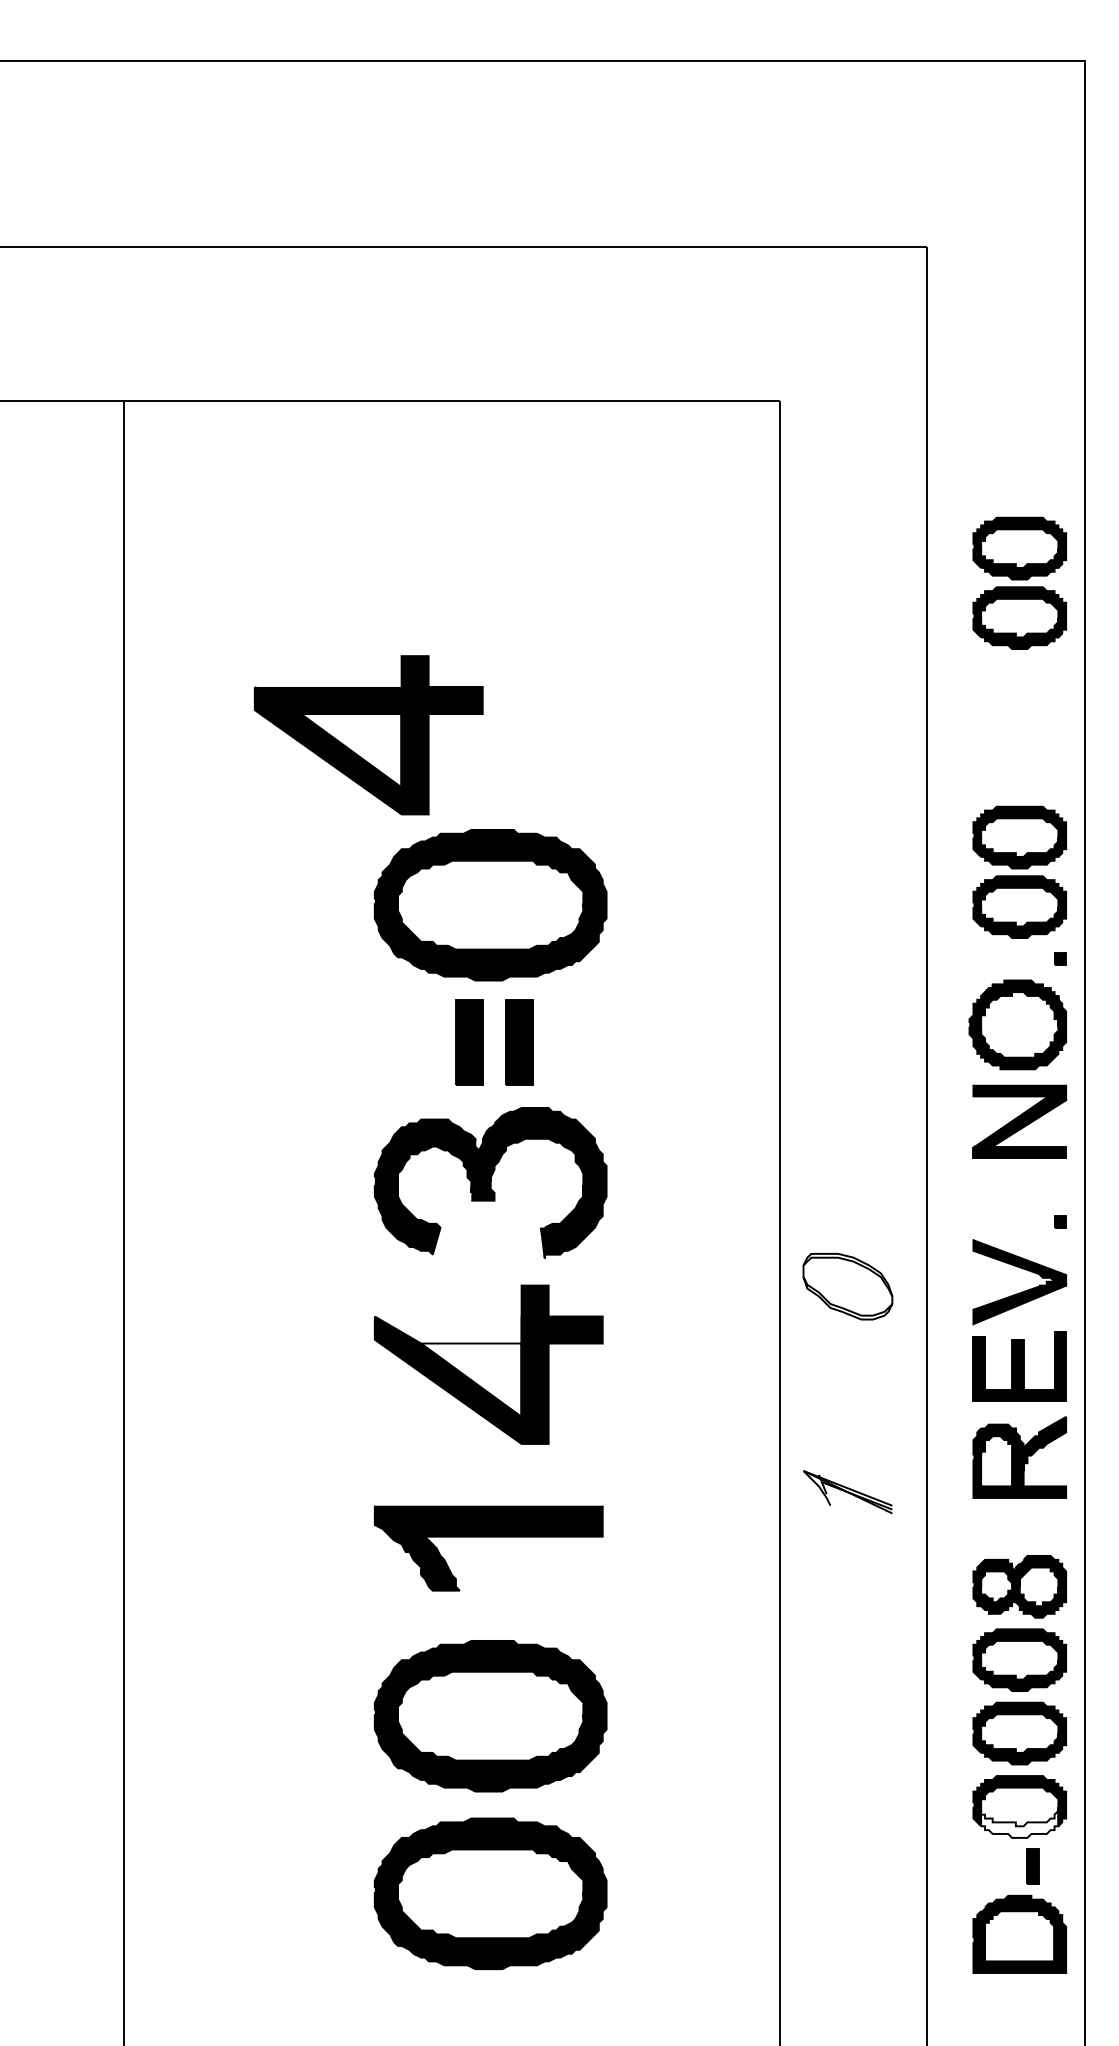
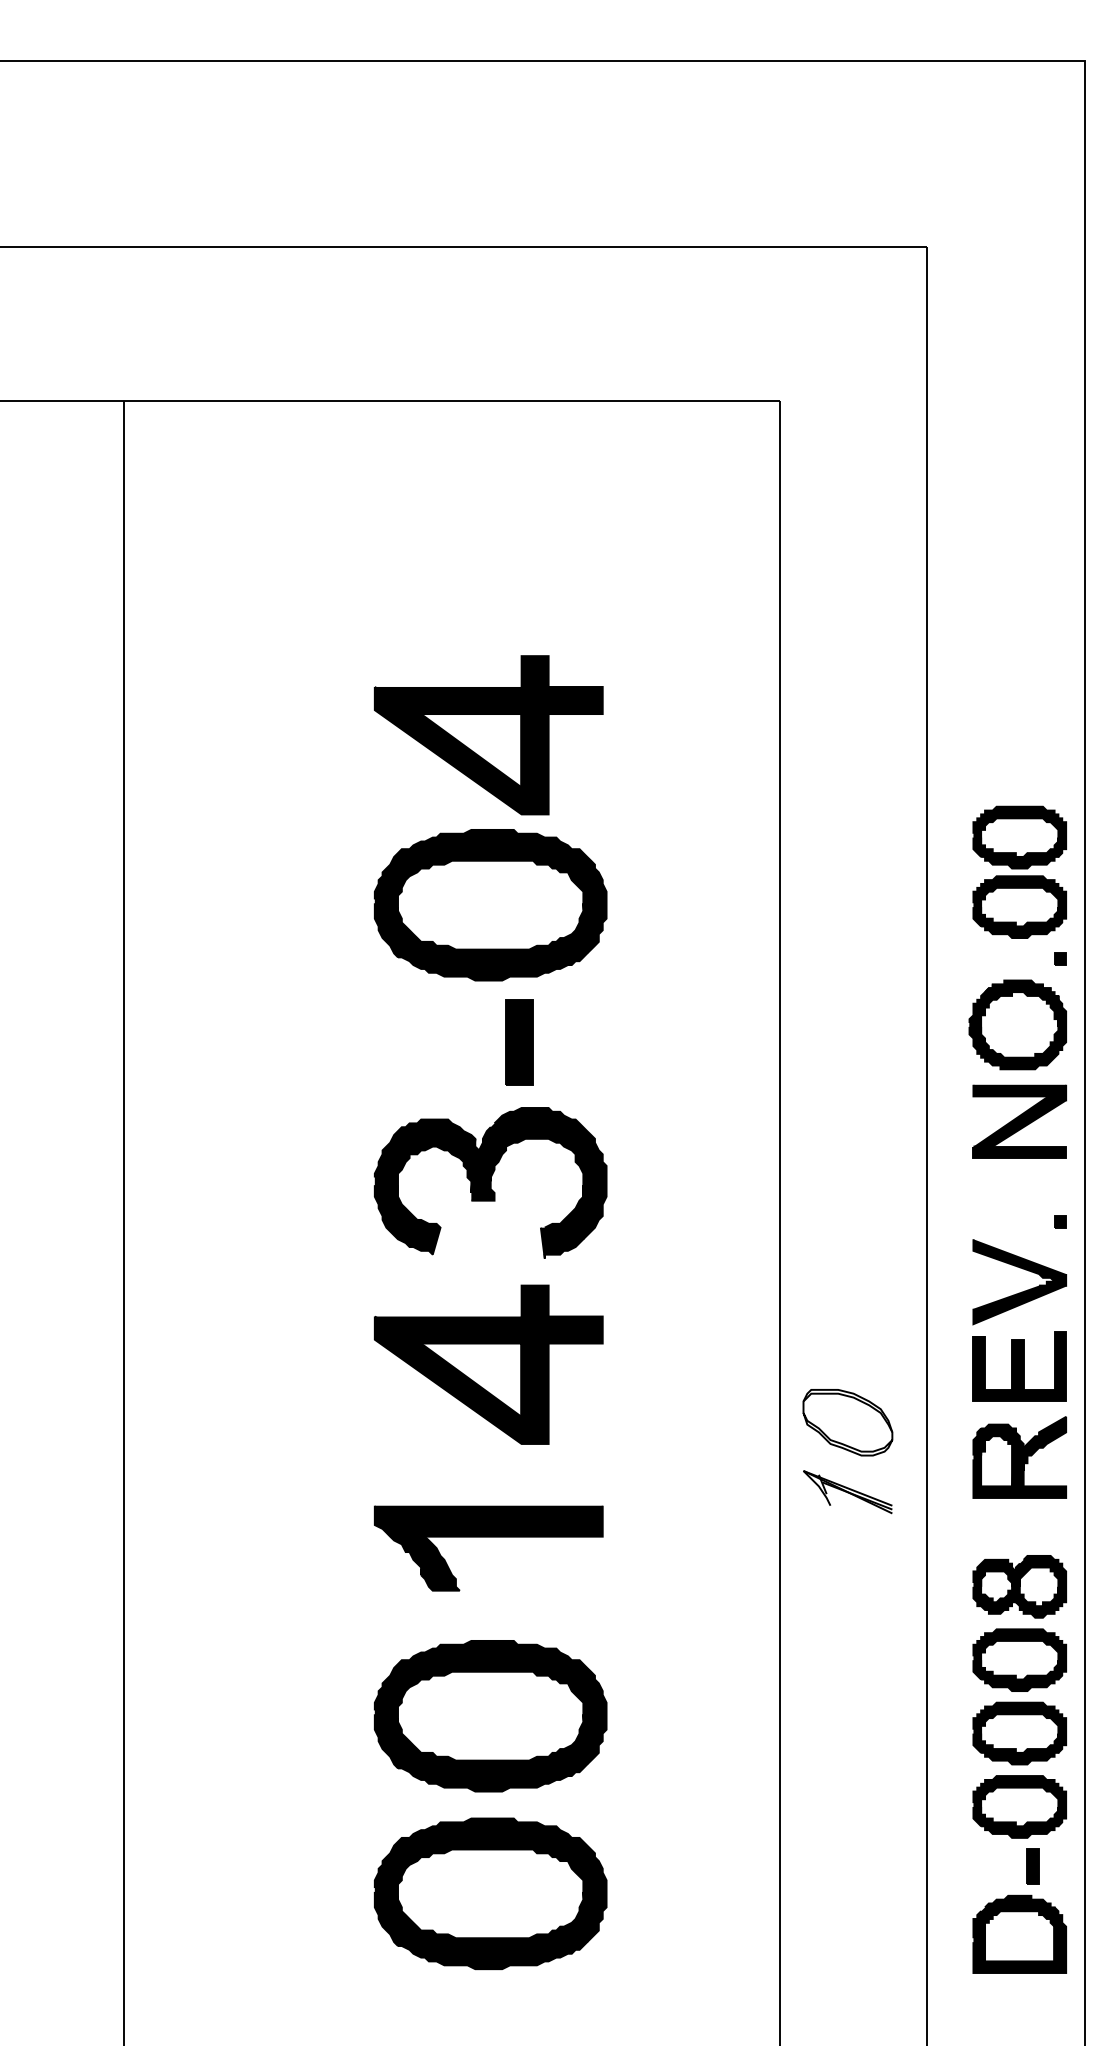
part at (1019, 582): present -> none
part at (368, 735) position: (368, 735) -> (488, 735)
part at (469, 1042): present -> none
part at (847, 1286) position: (847, 1286) -> (847, 1422)
fill at (447, 1366): none -> present
fill at (1019, 1821): none -> present
